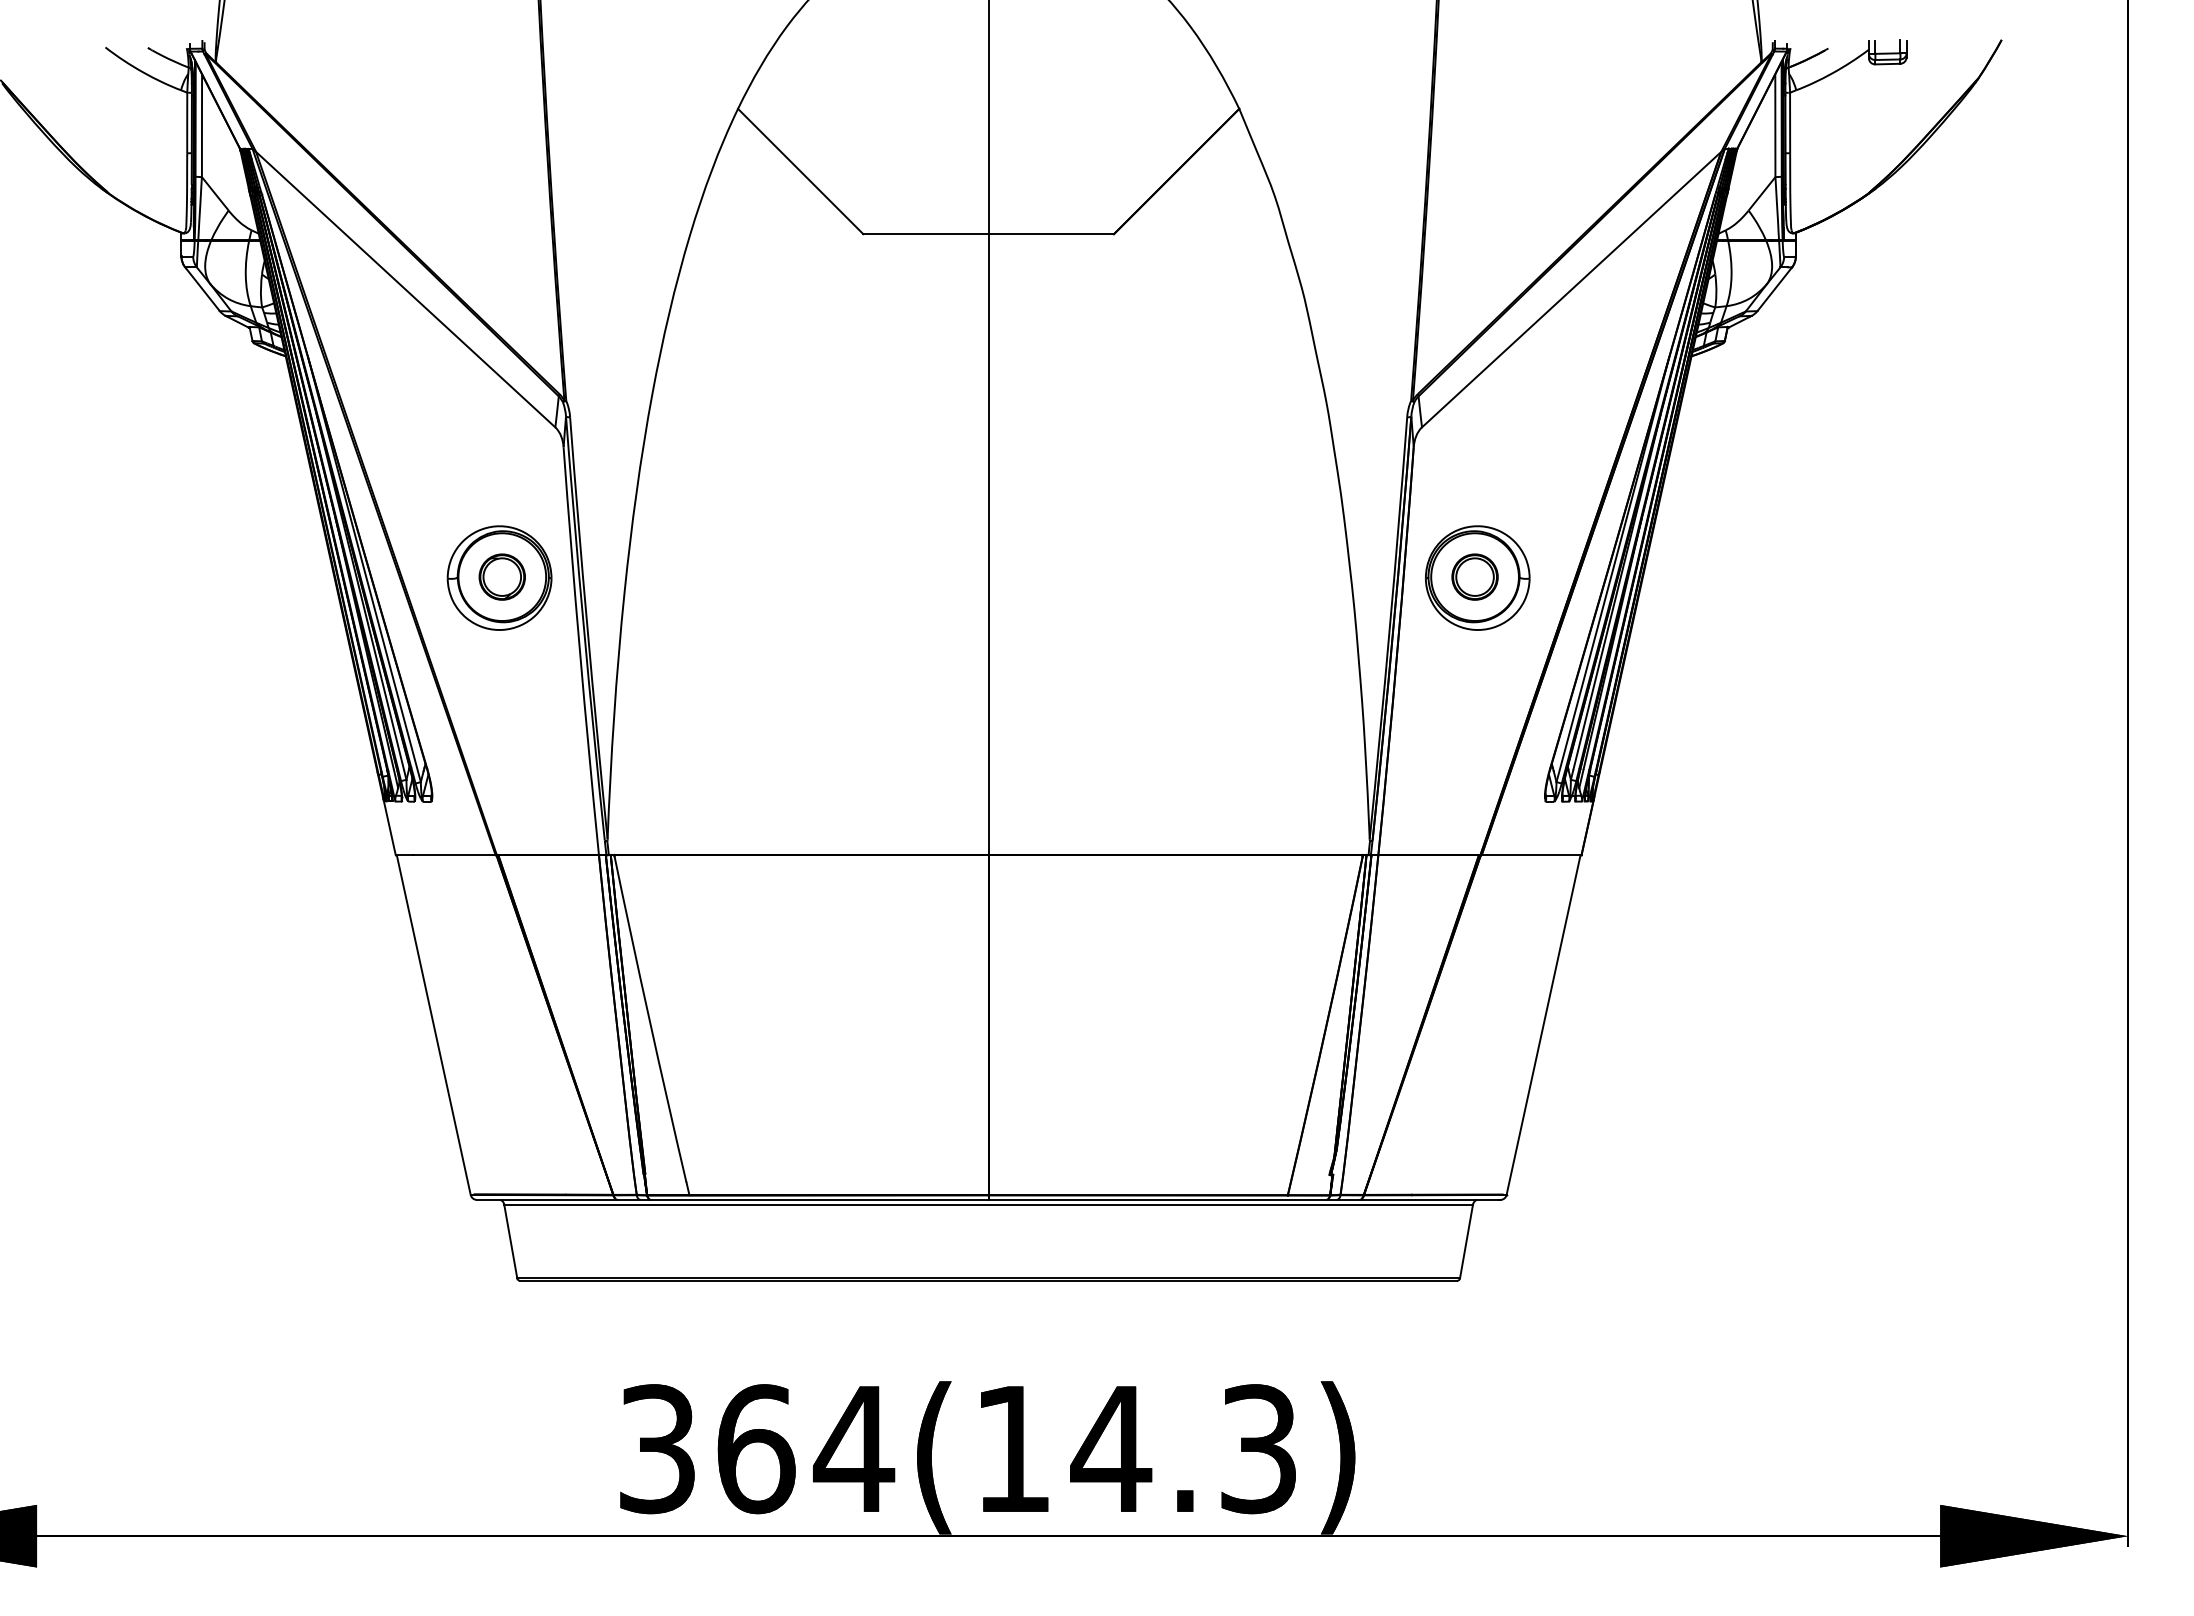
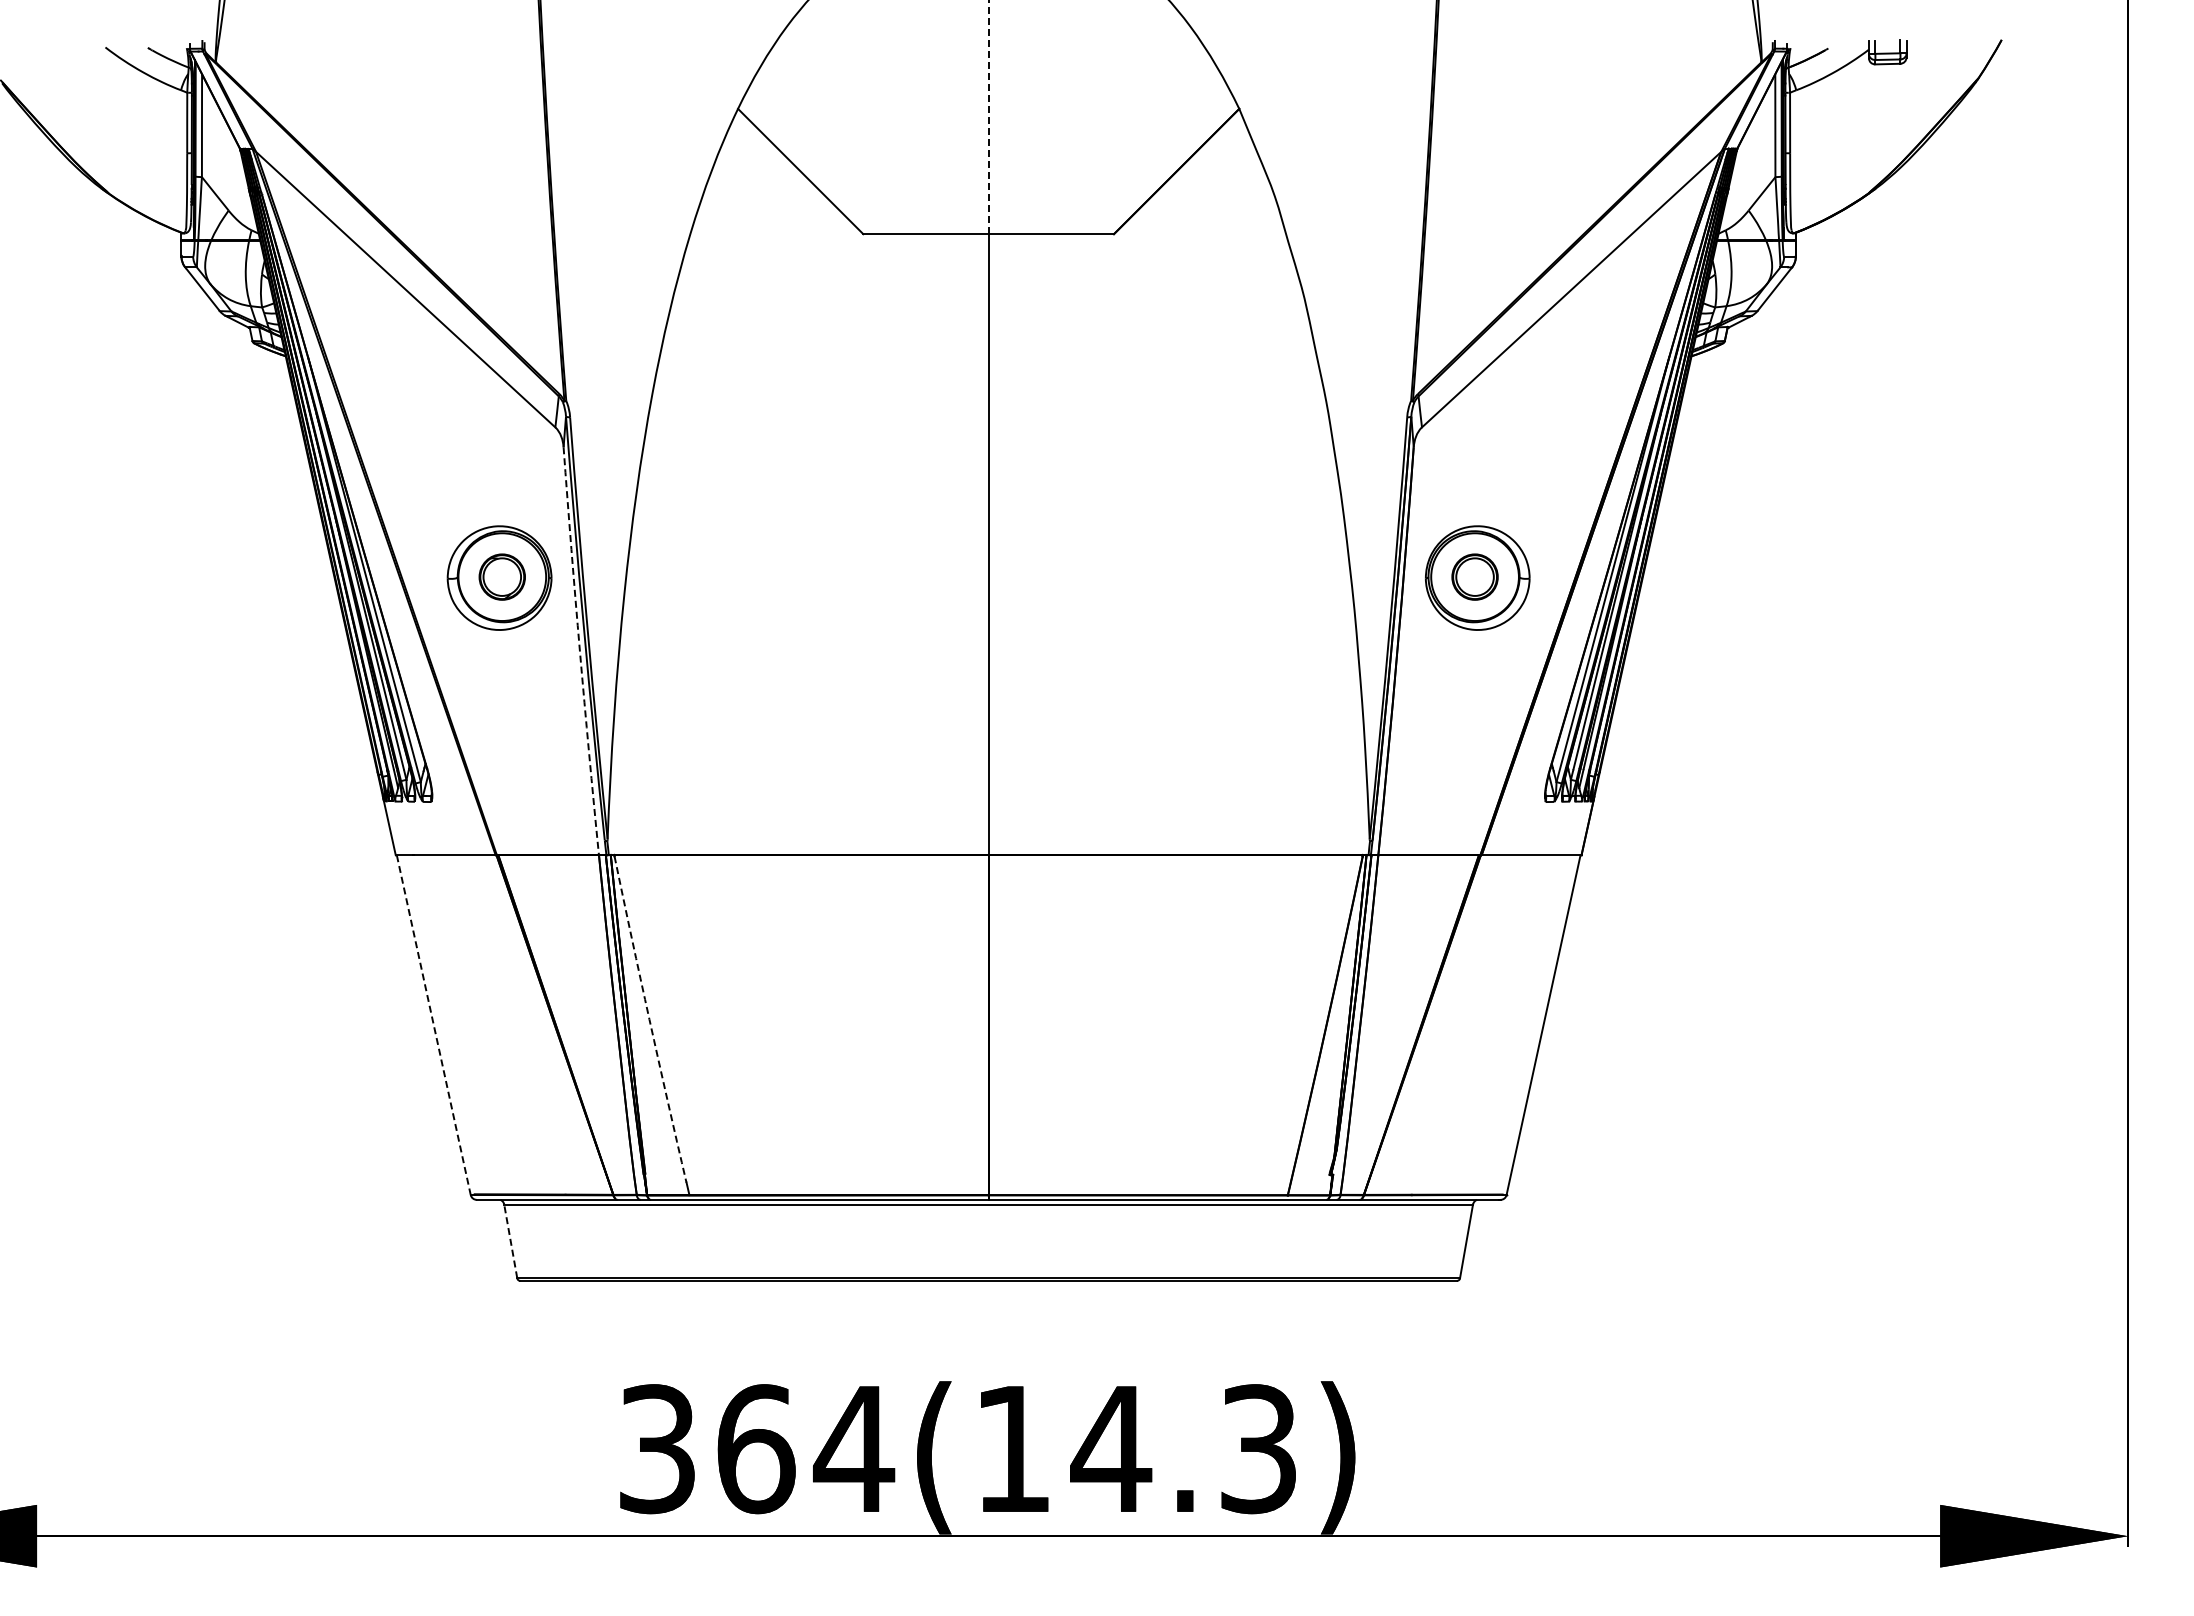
line at (988, 117): solid -> dashed
arc at (579, 651): solid -> dashed
arc at (649, 1019): solid -> dashed
line at (433, 1025): solid -> dashed
line at (510, 1240): solid -> dashed
